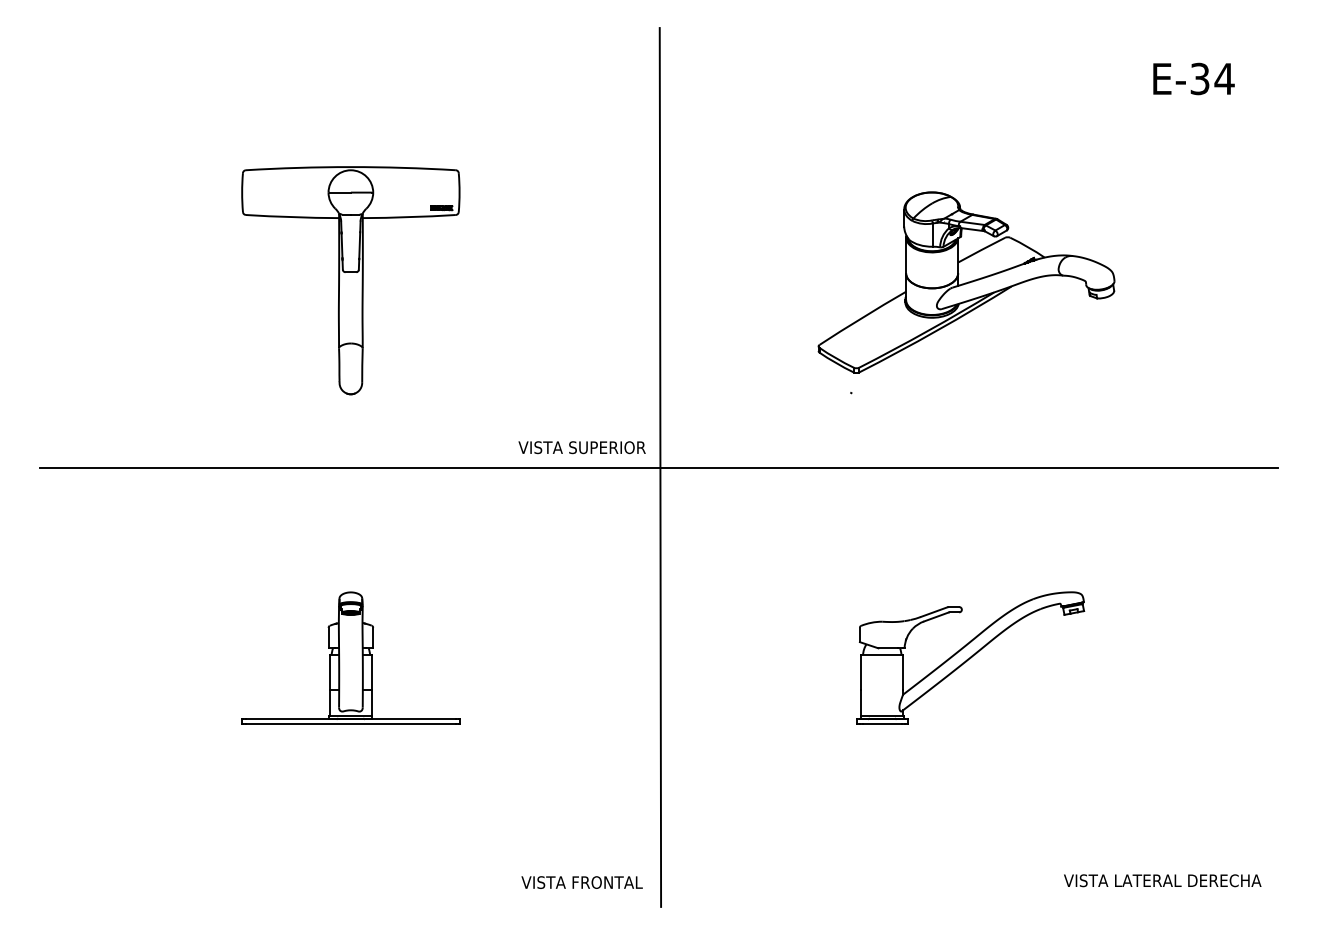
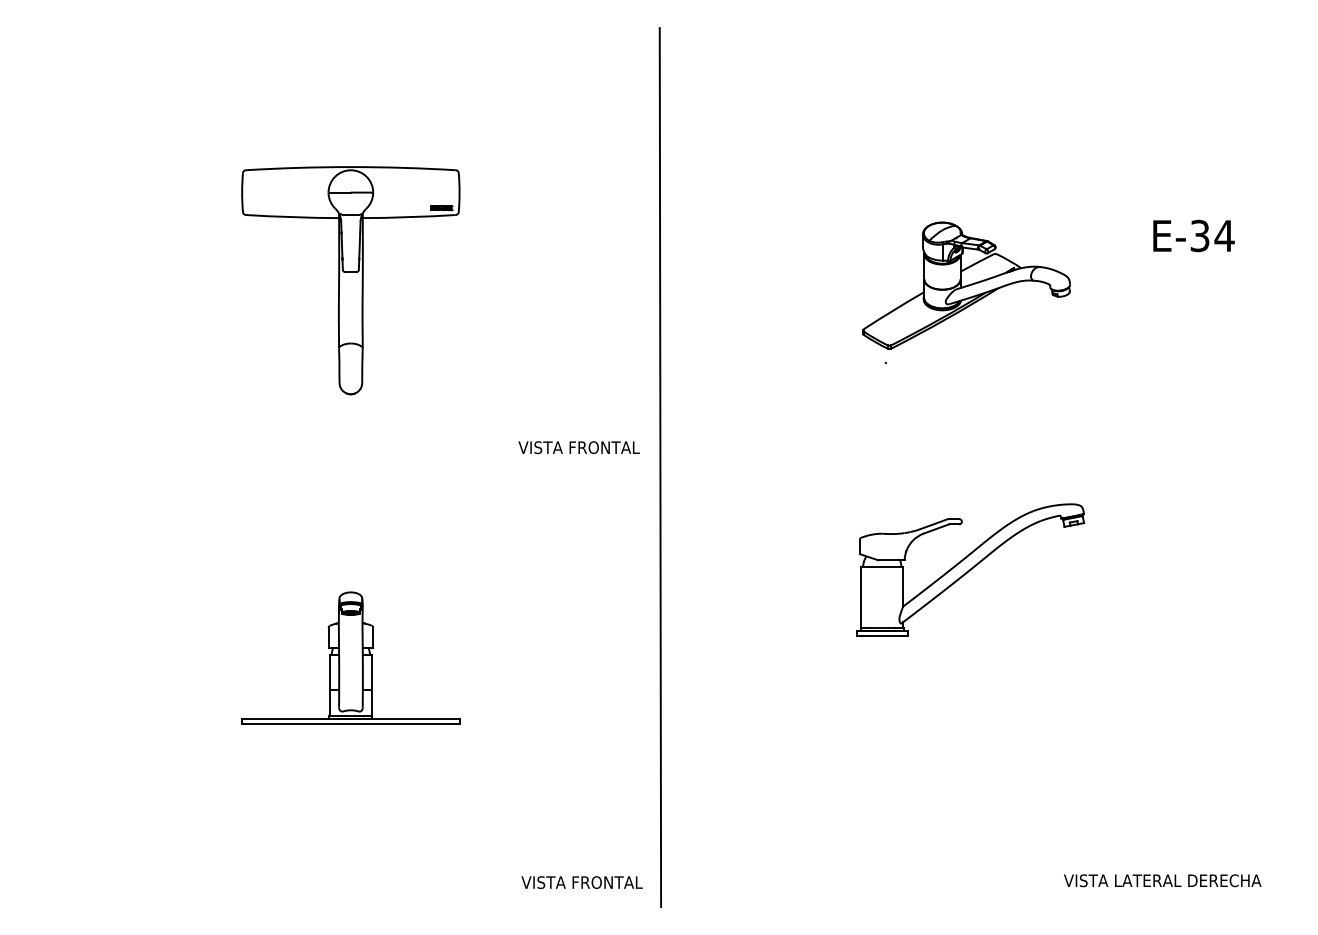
text at (1193, 78) position: (1193, 78) -> (1193, 235)
part at (966, 292) size: 299x204 px -> 209x144 px
text at (607, 447): VISTA SUPERIOR -> VISTA FRONTAL
line at (658, 468): present -> none
part at (970, 657) position: (970, 657) -> (970, 569)
